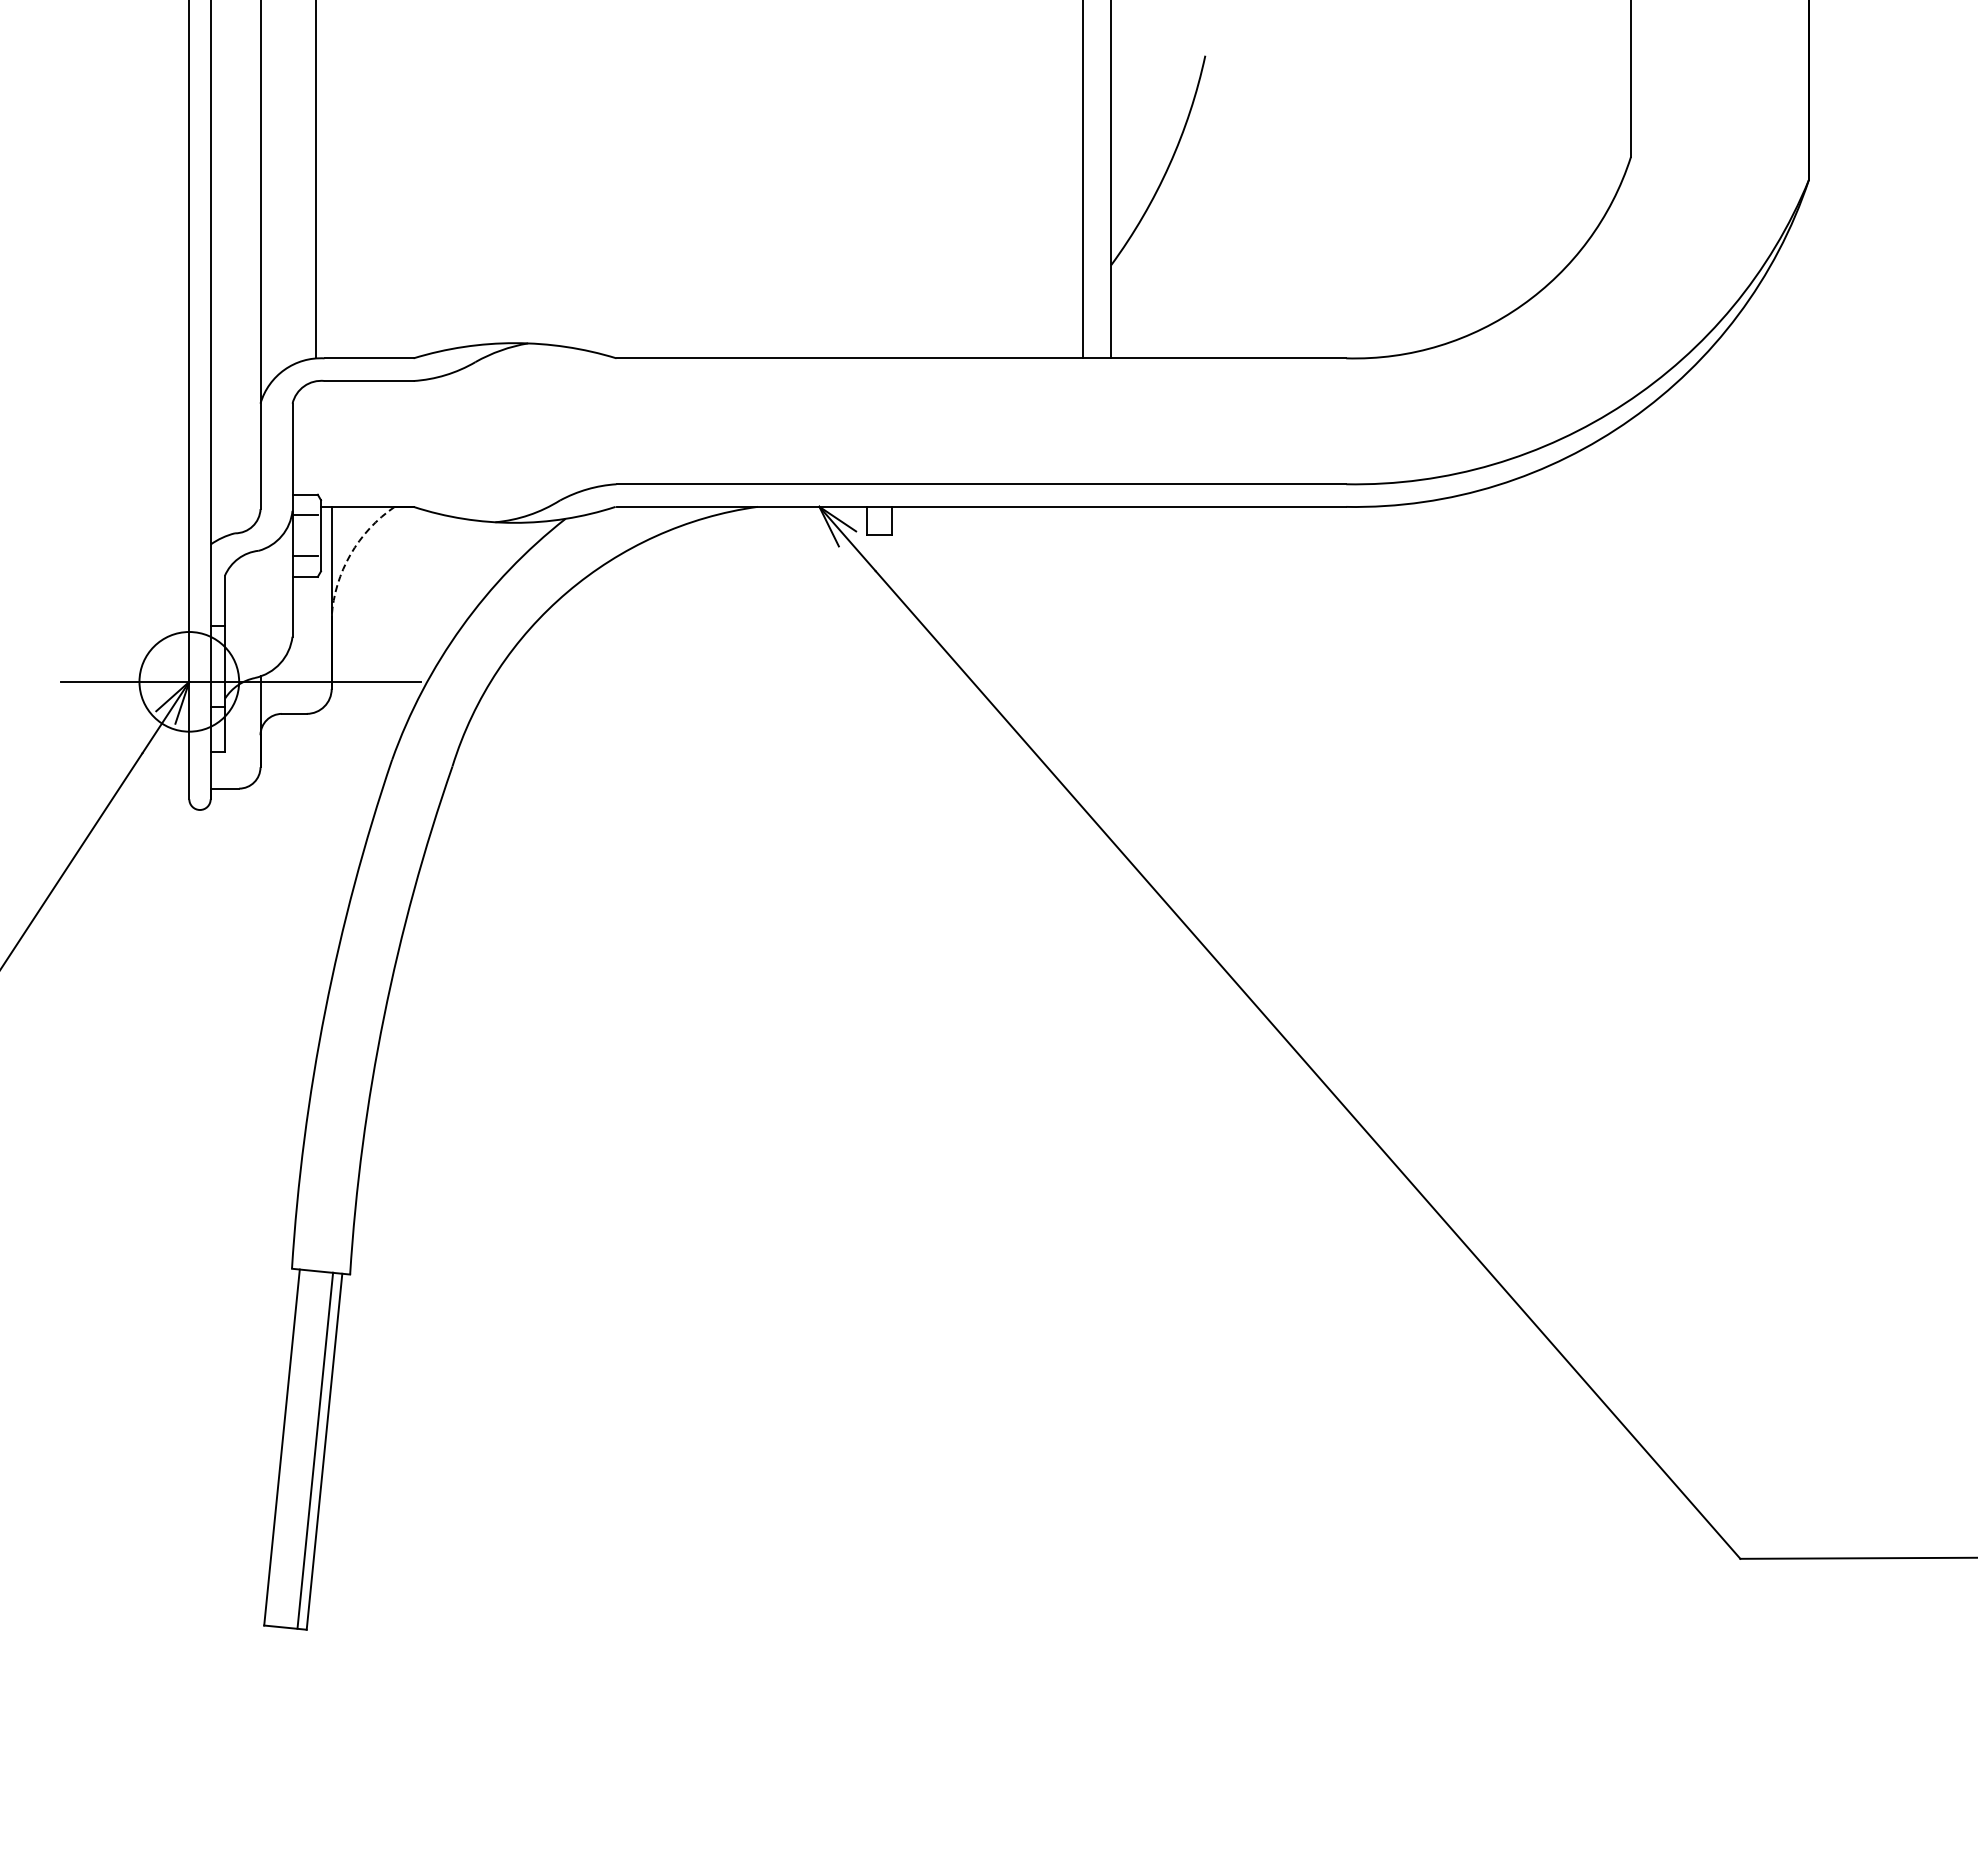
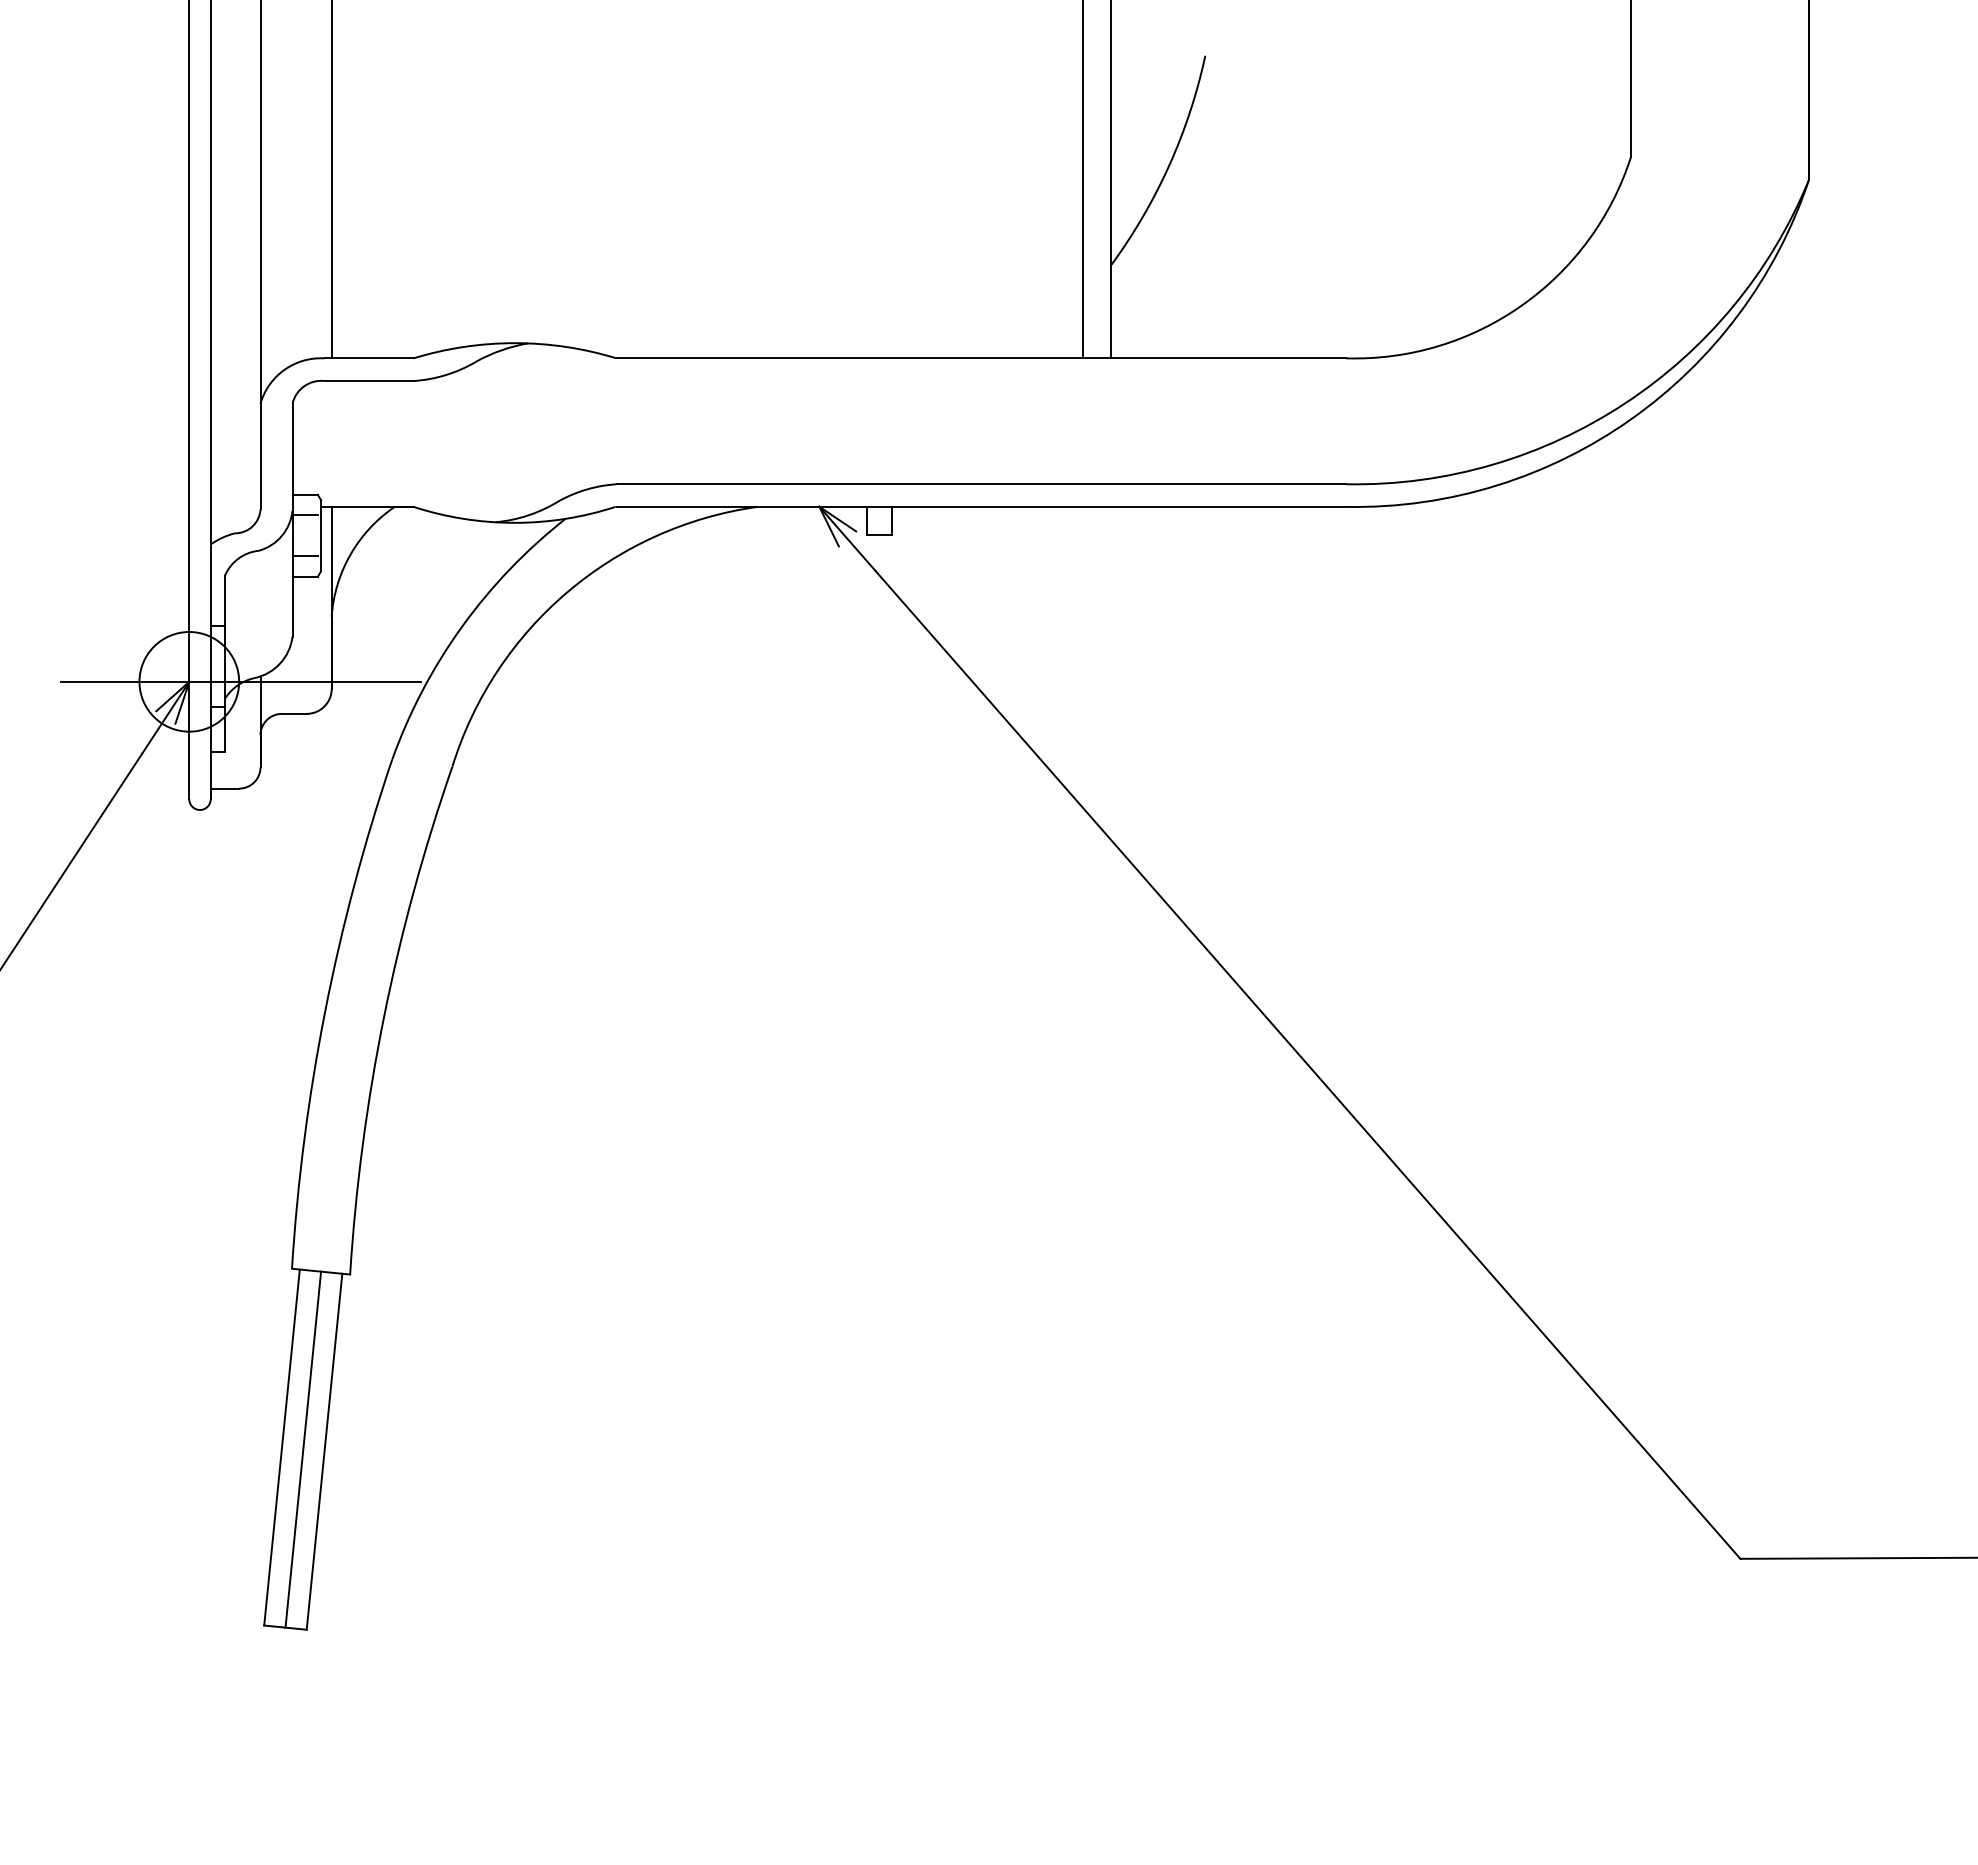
line at (315, 180) position: (315, 180) -> (331, 180)
arc at (350, 554): dashed -> solid
line at (315, 1450) position: (315, 1450) -> (303, 1449)
